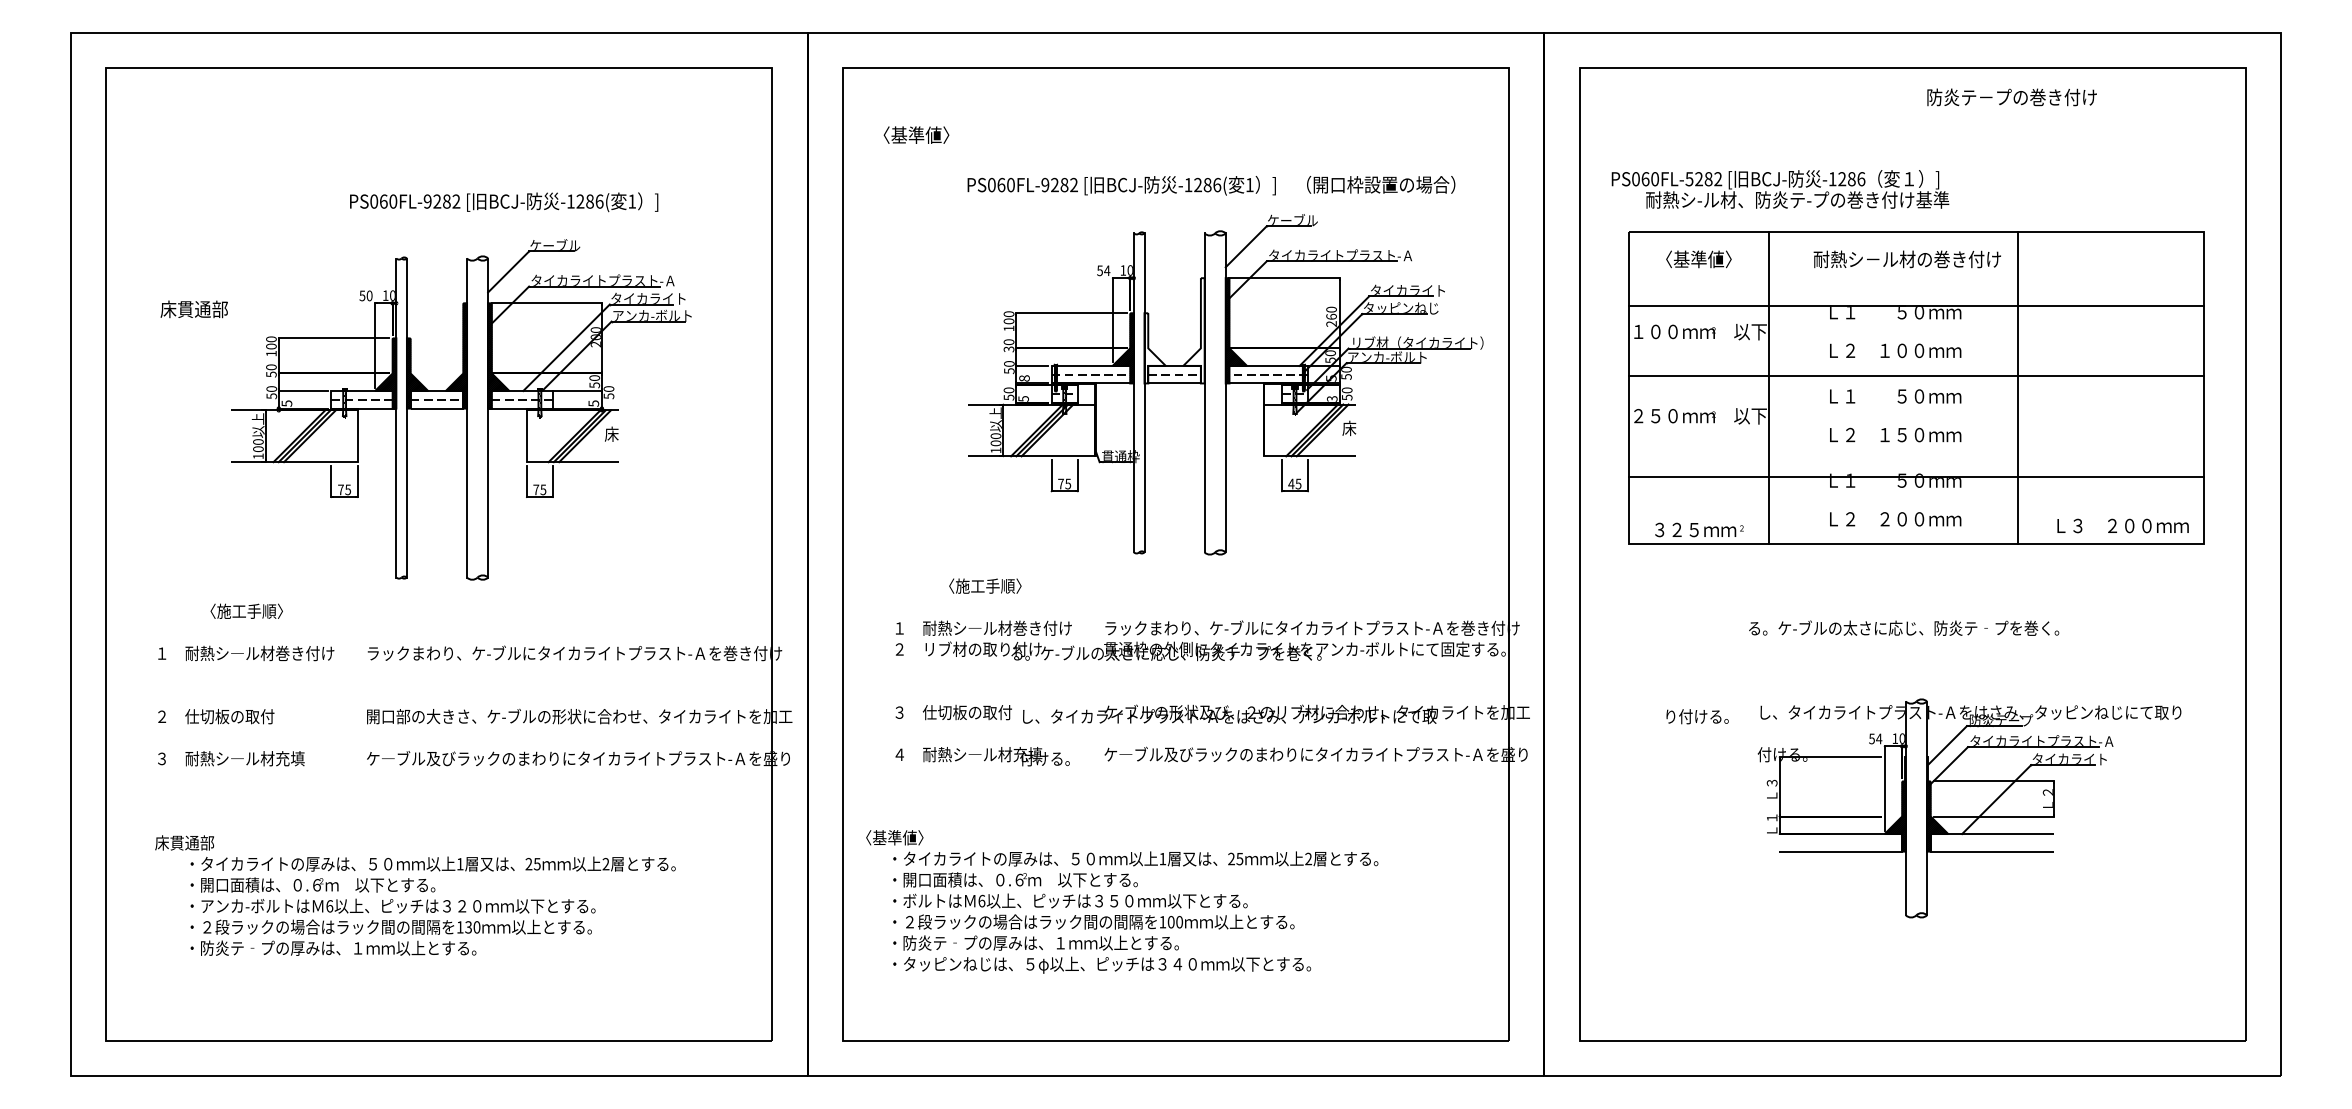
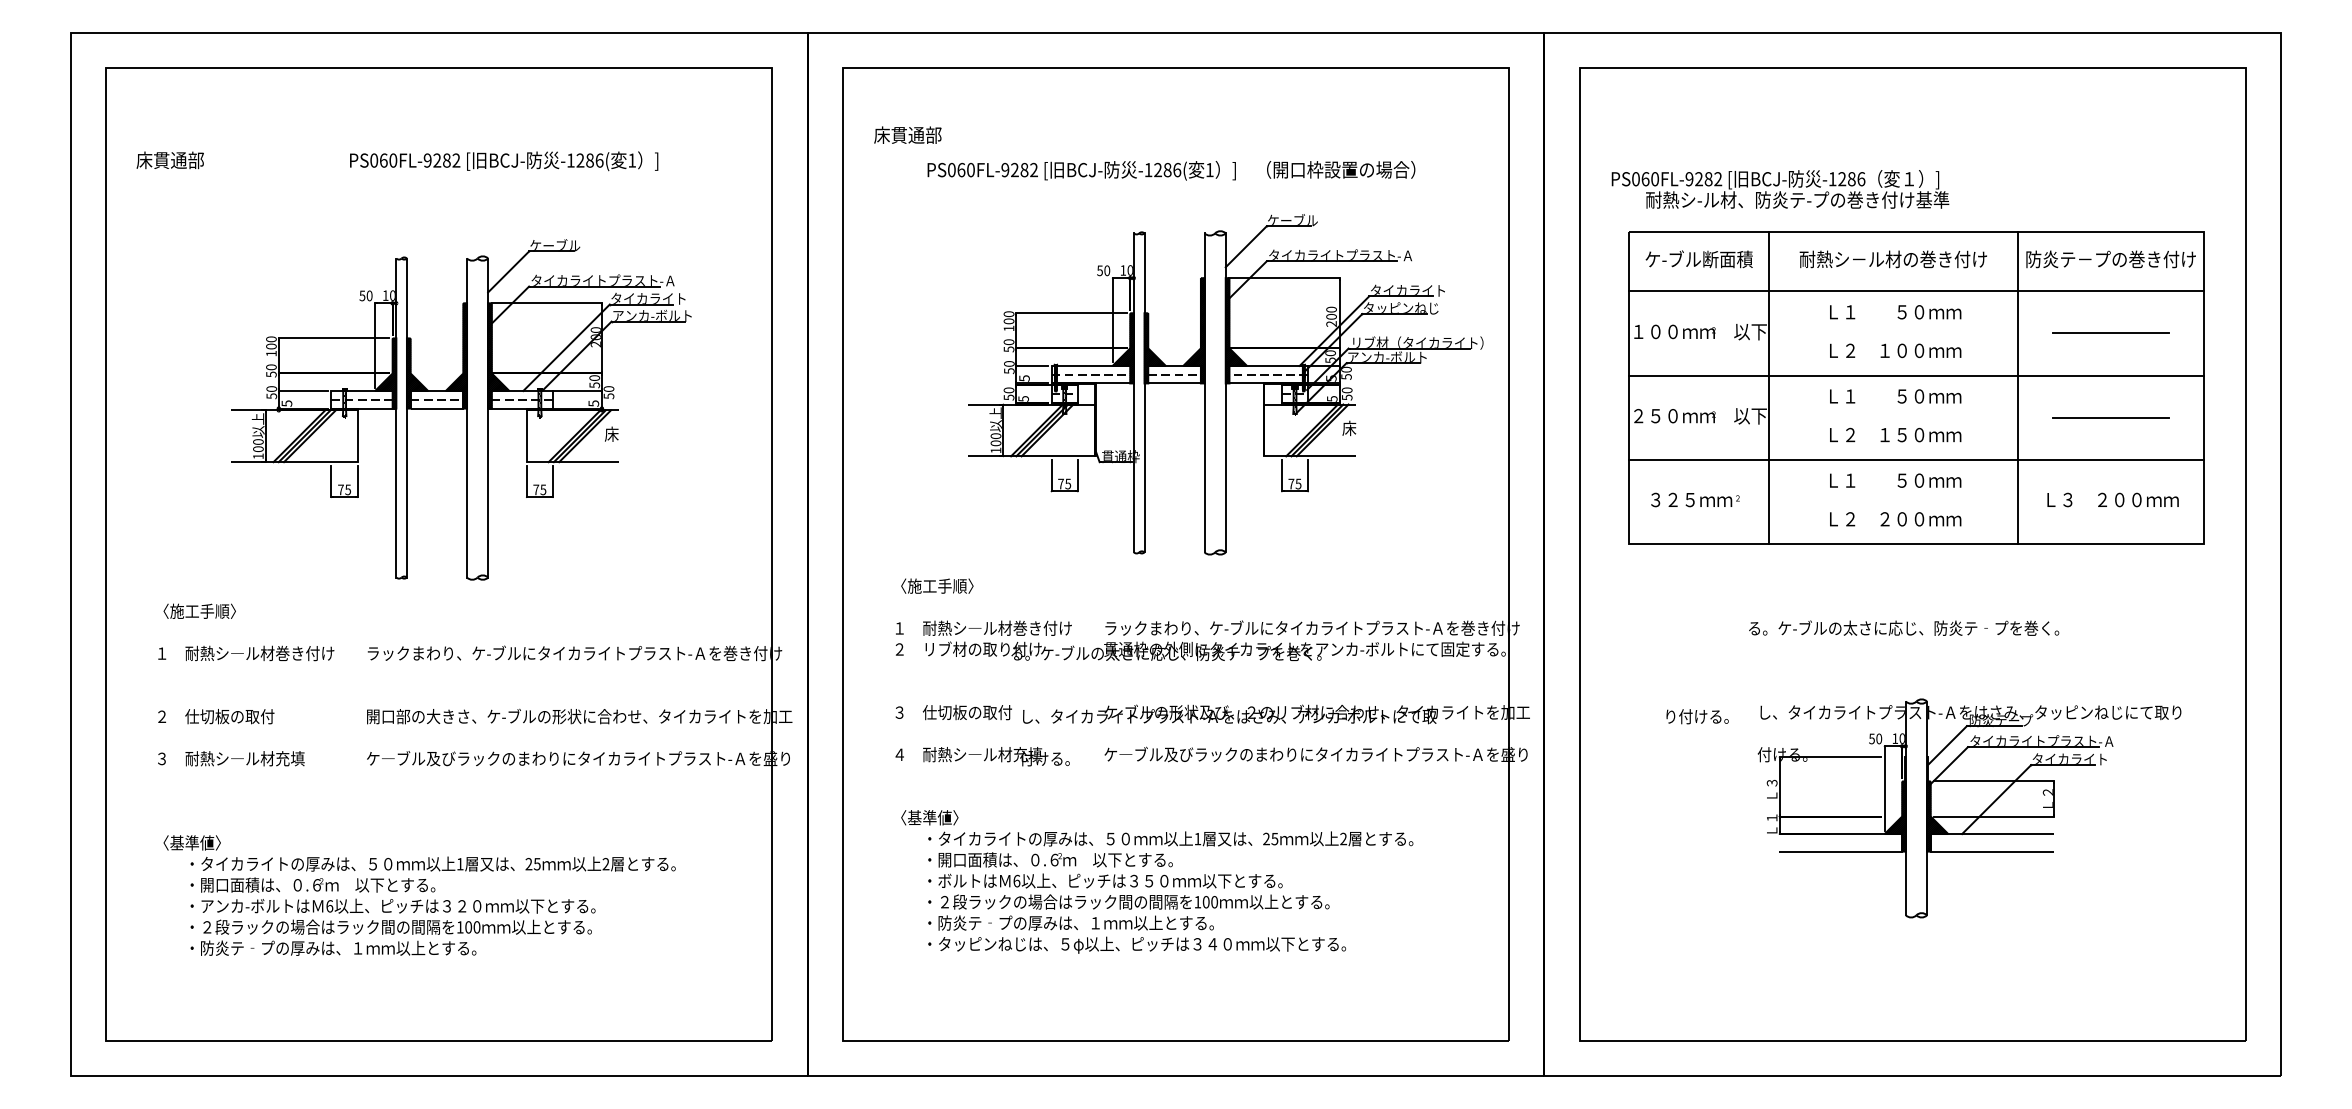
text at (2011, 97) position: (2011, 97) -> (2110, 259)
text at (911, 134): 〈基準値〉 -> 床貫通部
text at (1689, 179): PS060FL-5282 -> PS060FL-9282
text at (1211, 185) position: (1211, 185) -> (1171, 170)
text at (504, 202) position: (504, 202) -> (504, 161)
text at (1698, 259): 〈基準値〉 -> ケ-ブル断面積
text at (1906, 259) position: (1906, 259) -> (1892, 259)
text at (1107, 270): 54 -> 50
line at (1916, 306) position: (1916, 306) -> (1916, 291)
text at (193, 309) position: (193, 309) -> (169, 160)
text at (1331, 316): 260 -> 200
hatch at (1194, 330): none -> present
line at (2111, 333): none -> present
text at (1008, 348): 30 -> 50
hatch at (1154, 348): none -> present
text at (1024, 378): 8 -> 5
text at (1331, 398): 3 -> 5
line at (2111, 417): none -> present
line at (1916, 476) position: (1916, 476) -> (1916, 459)
text at (1291, 483): 45 -> 75
text at (2122, 525) position: (2122, 525) -> (2112, 499)
text at (1699, 529) position: (1699, 529) -> (1695, 499)
text at (985, 585) position: (985, 585) -> (937, 585)
text at (246, 610) position: (246, 610) -> (199, 610)
text at (1879, 738): 54 -> 50
text at (187, 842): 床貫通部 -> 〈基準値〉
text at (1122, 901) position: (1122, 901) -> (1157, 881)
text at (468, 927): 130 -> 100
